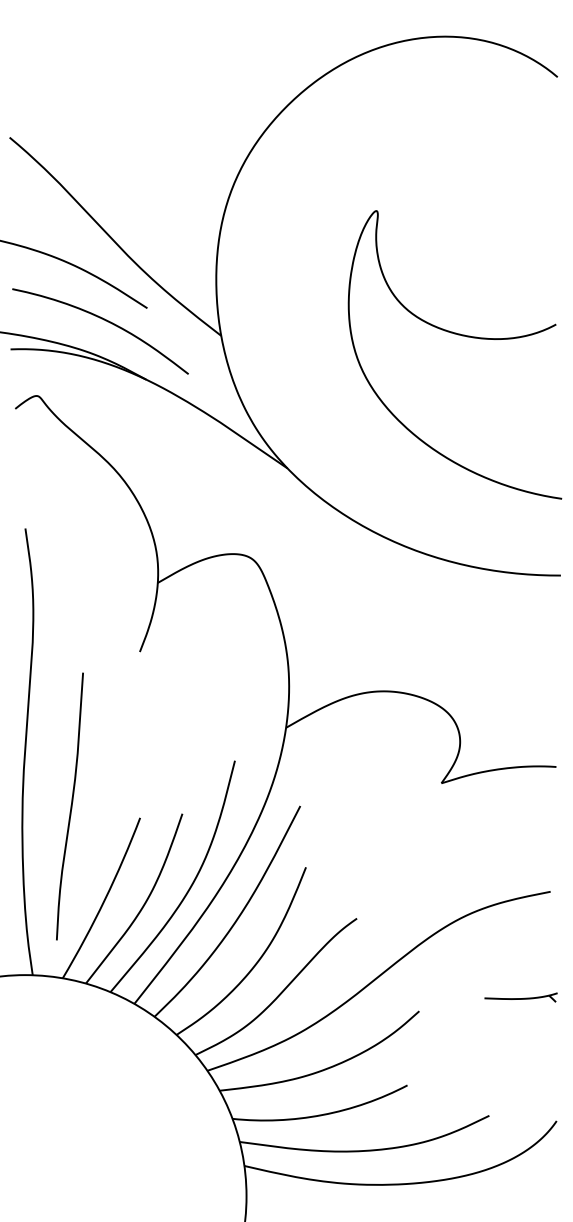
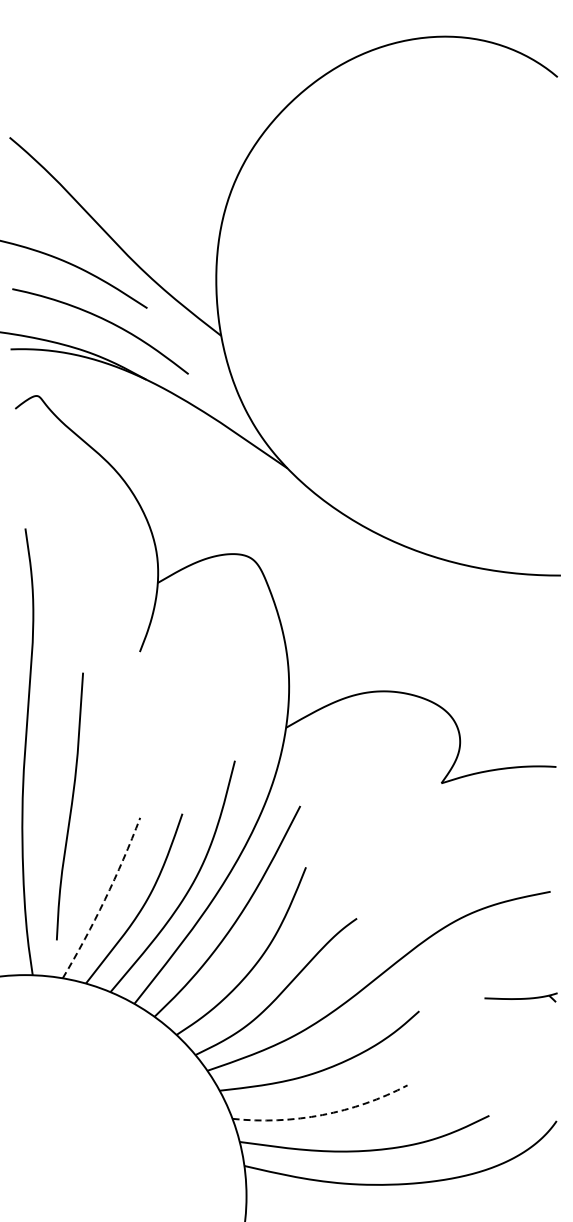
curve at (458, 335): present -> none
arc at (104, 899): solid -> dashed
arc at (322, 1115): solid -> dashed
